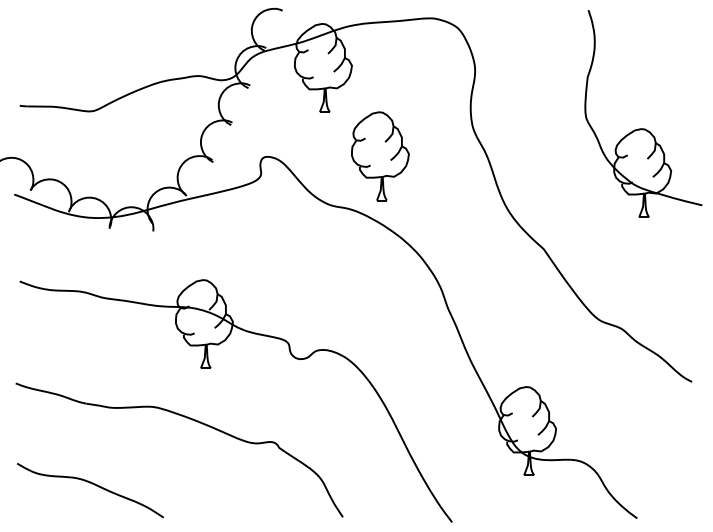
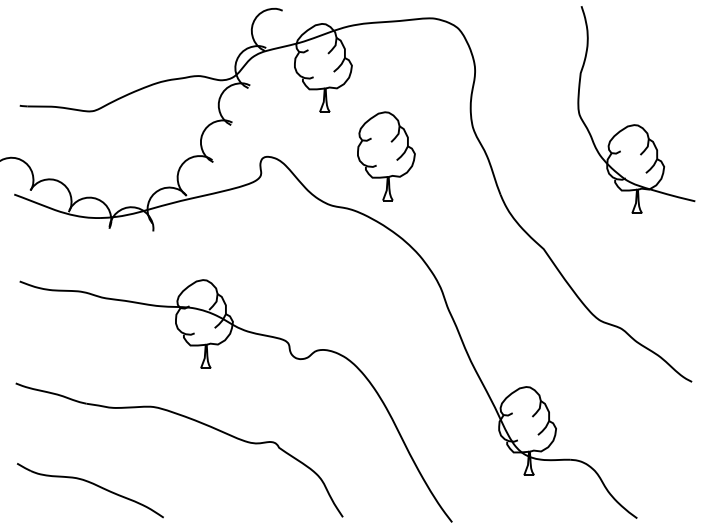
part at (643, 128) position: (643, 128) -> (636, 124)
part at (380, 156) position: (380, 156) -> (386, 156)
